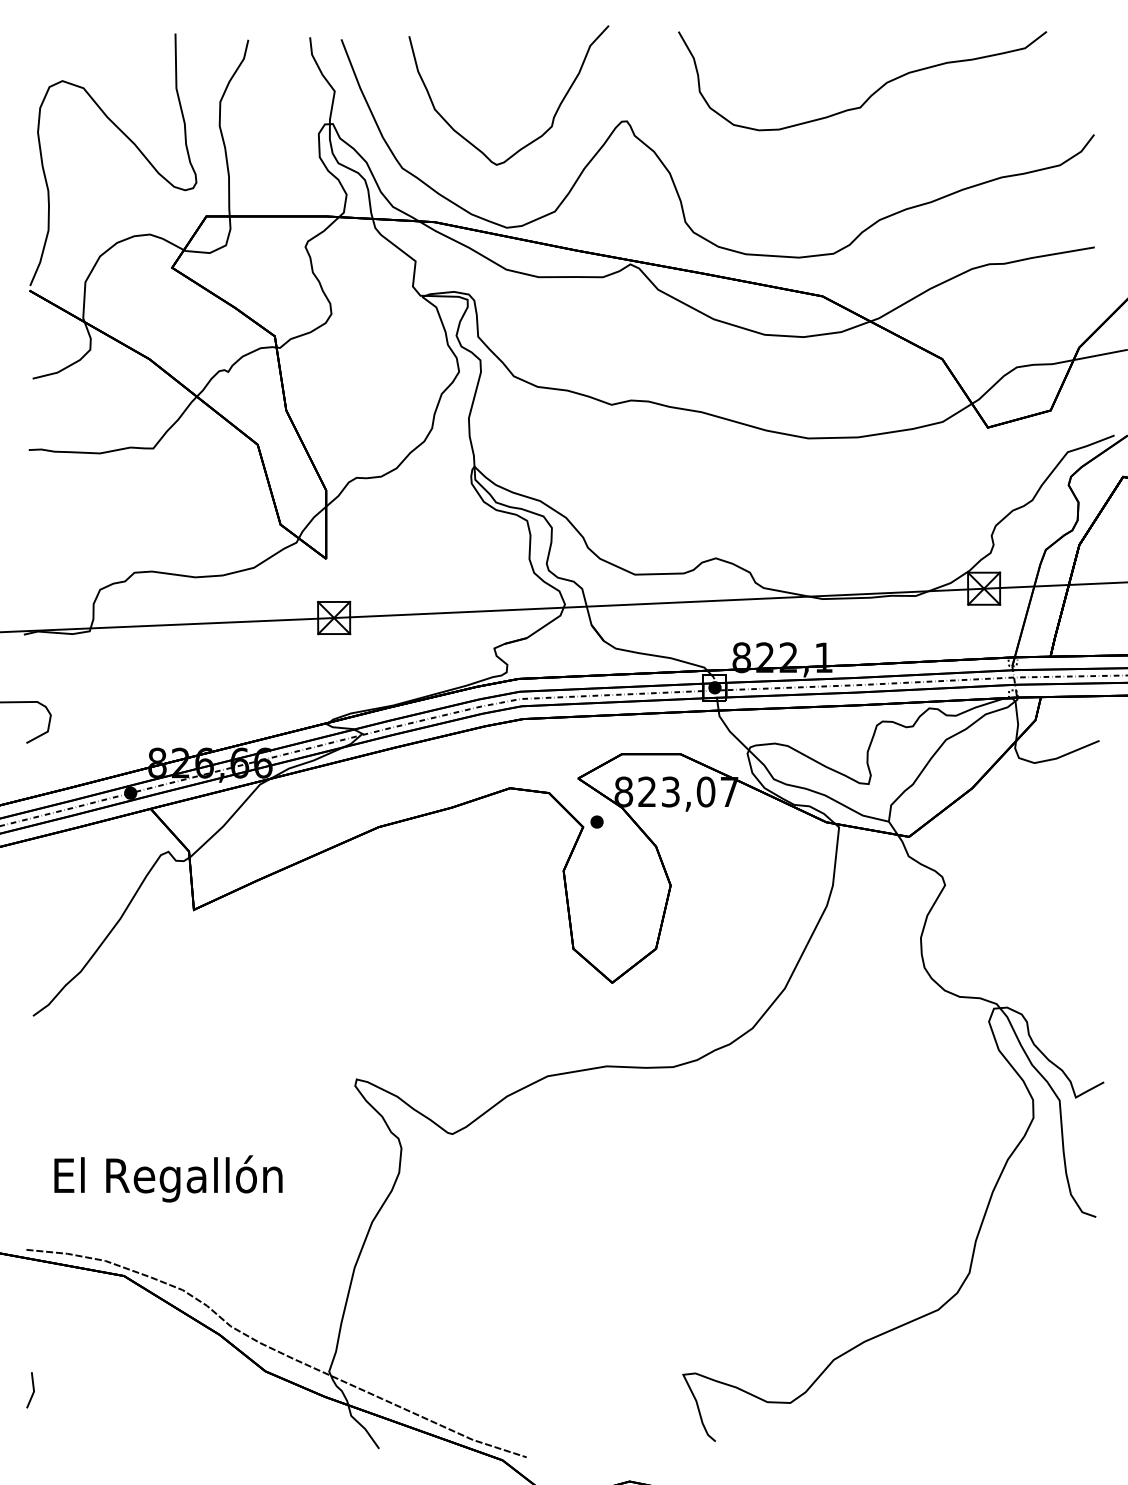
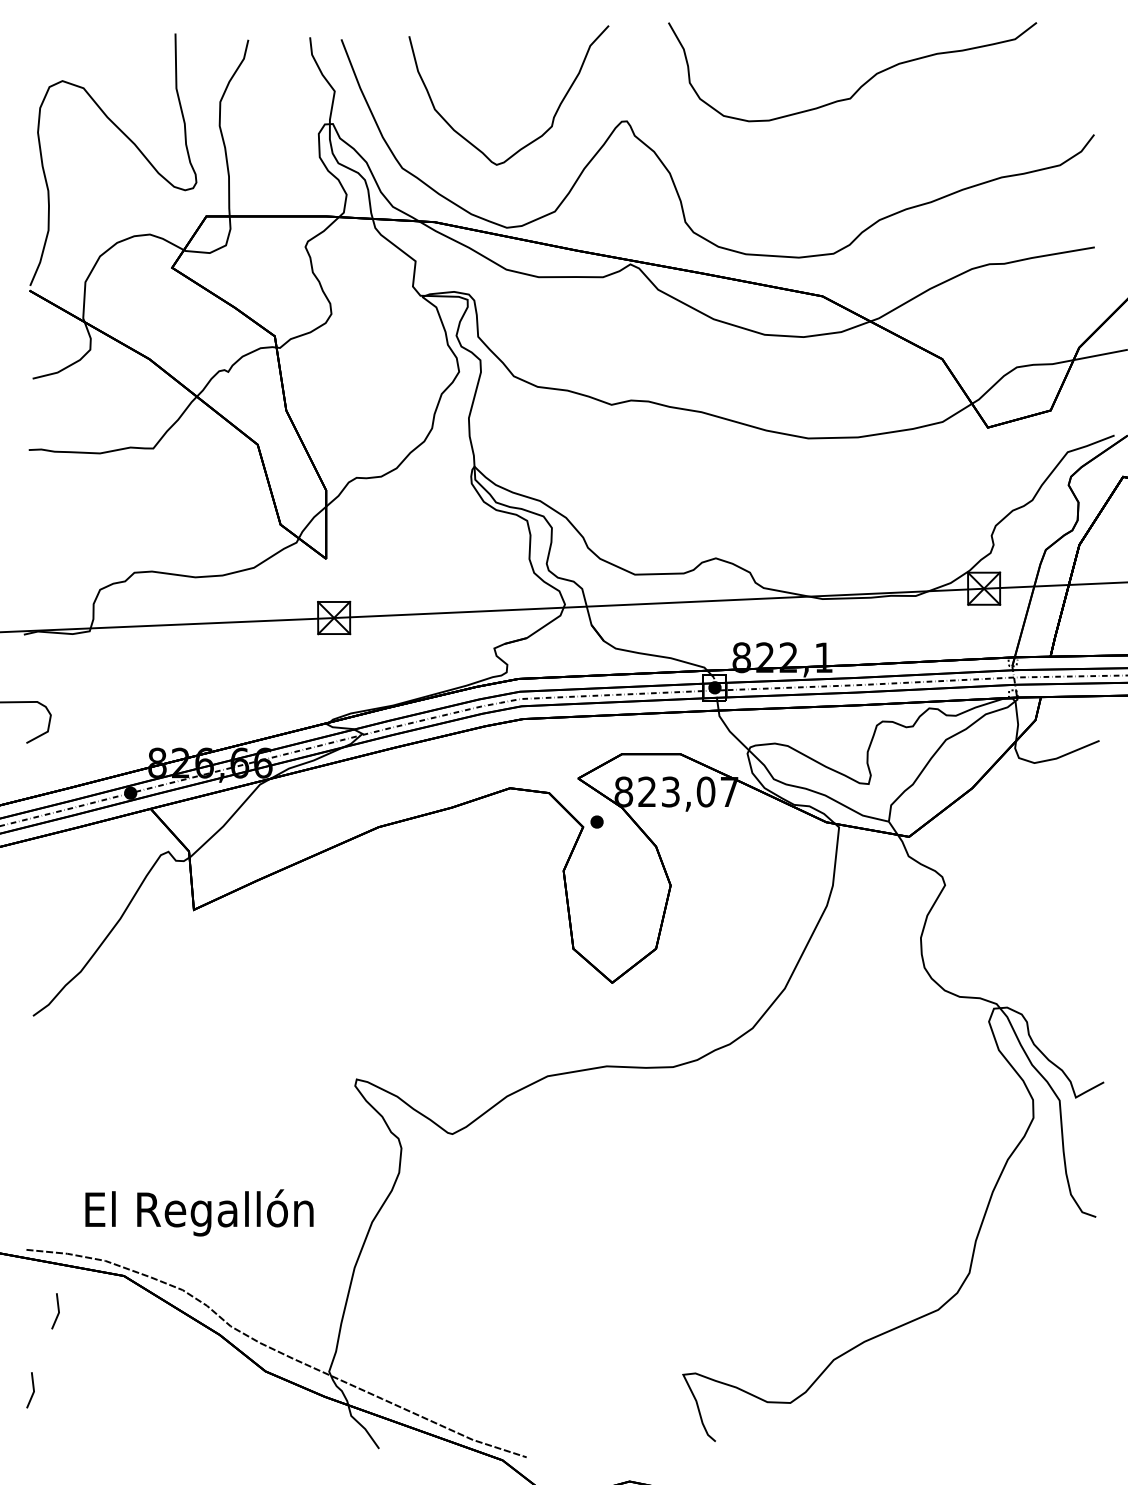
curve at (873, 92) position: (873, 92) -> (863, 83)
text at (168, 1178) position: (168, 1178) -> (199, 1212)
line at (57, 1310): none -> present
